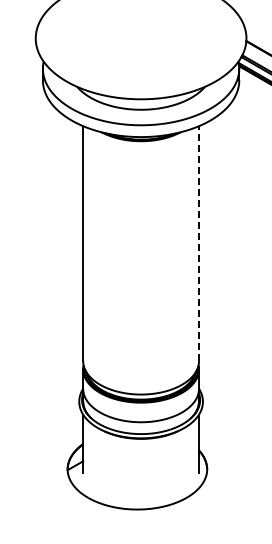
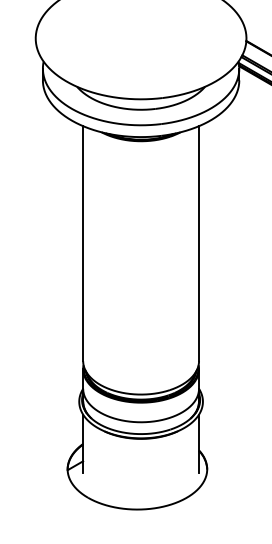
line at (199, 243): dashed -> solid
